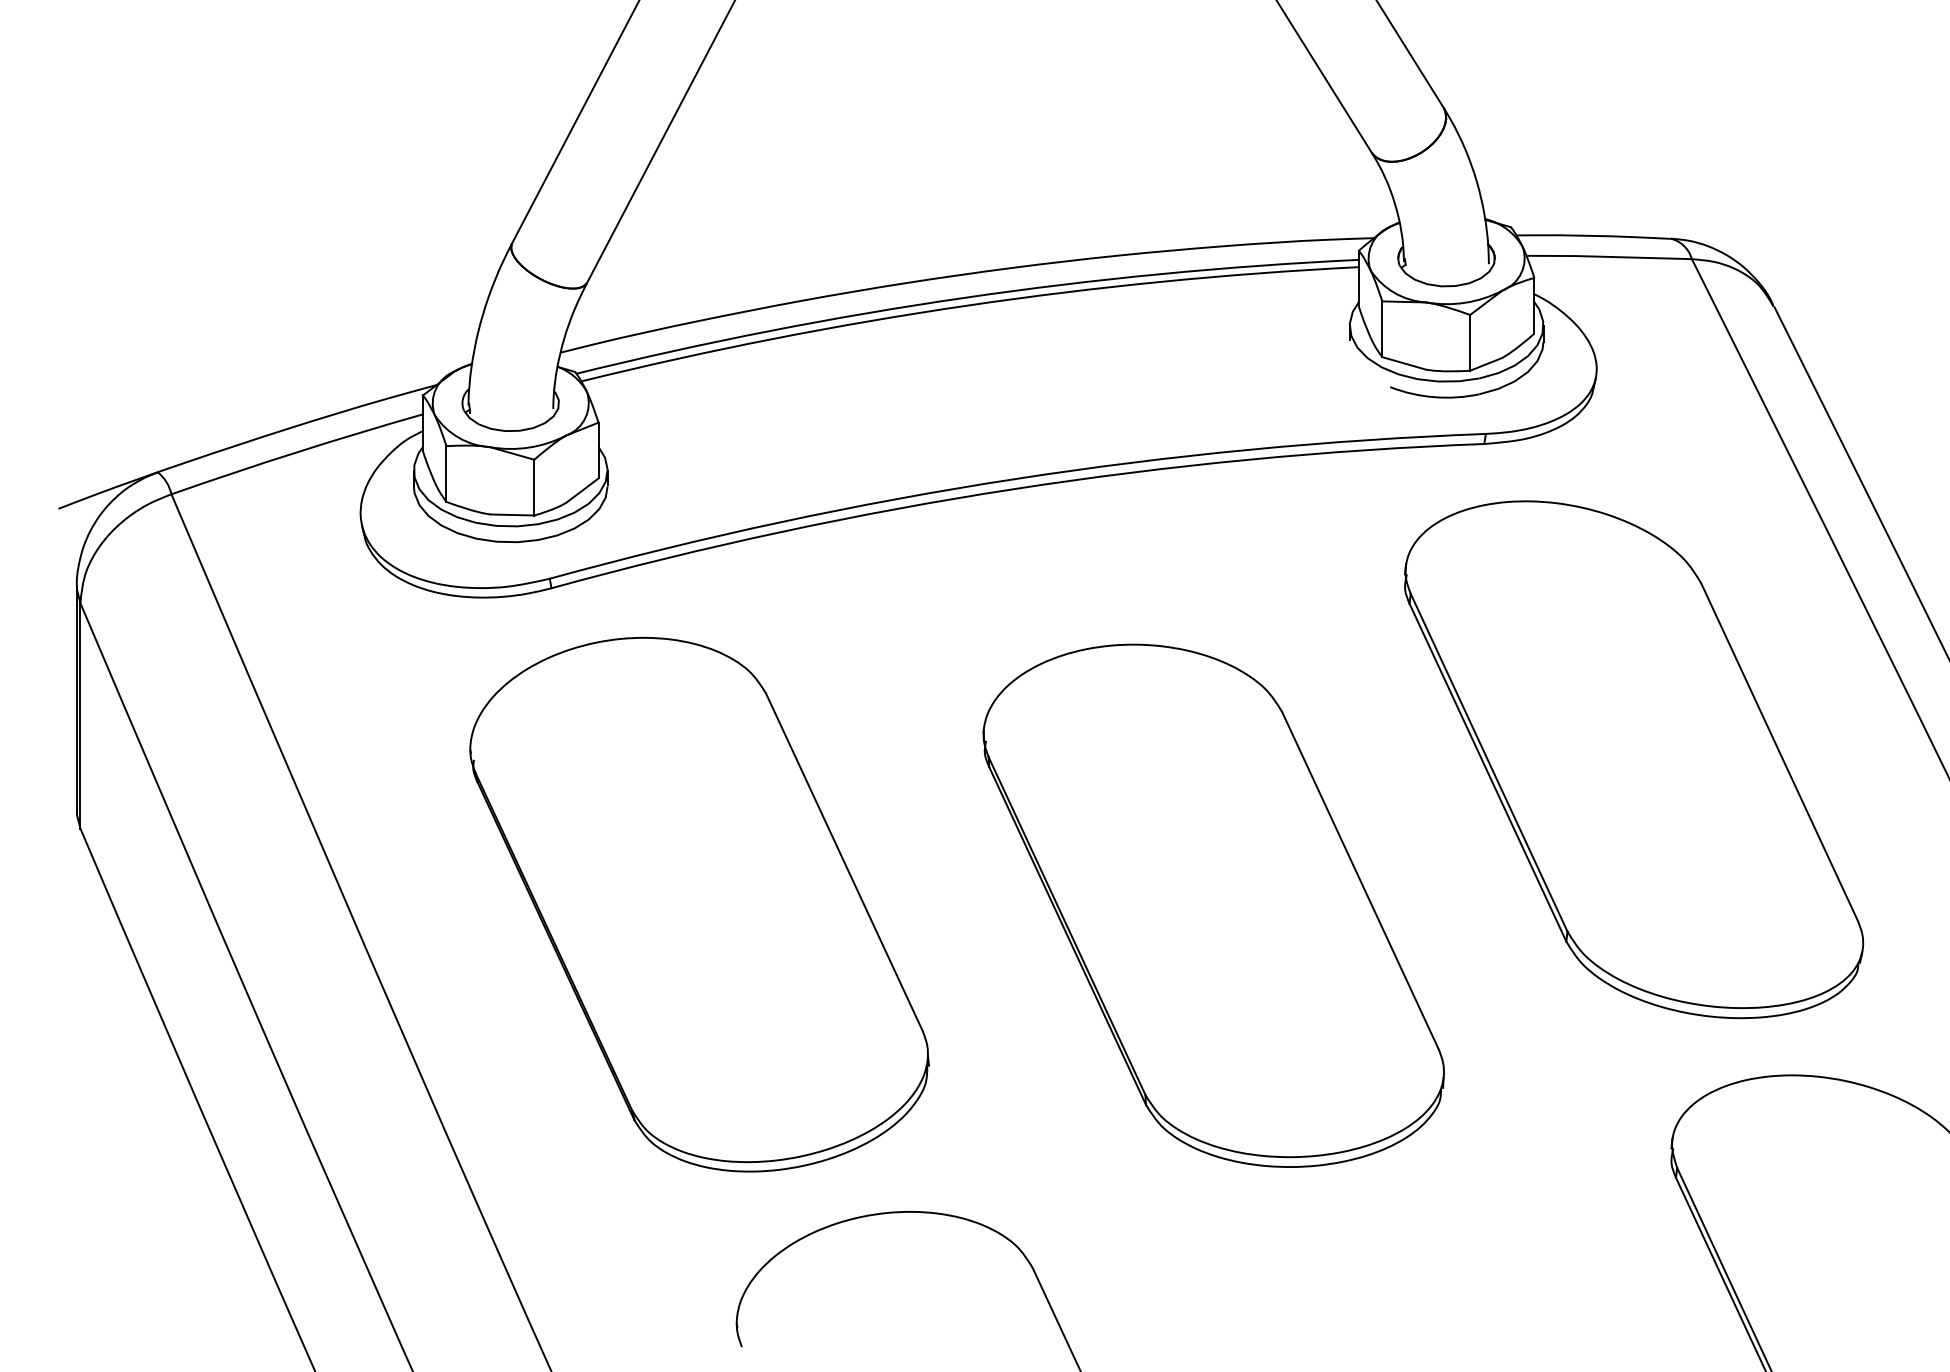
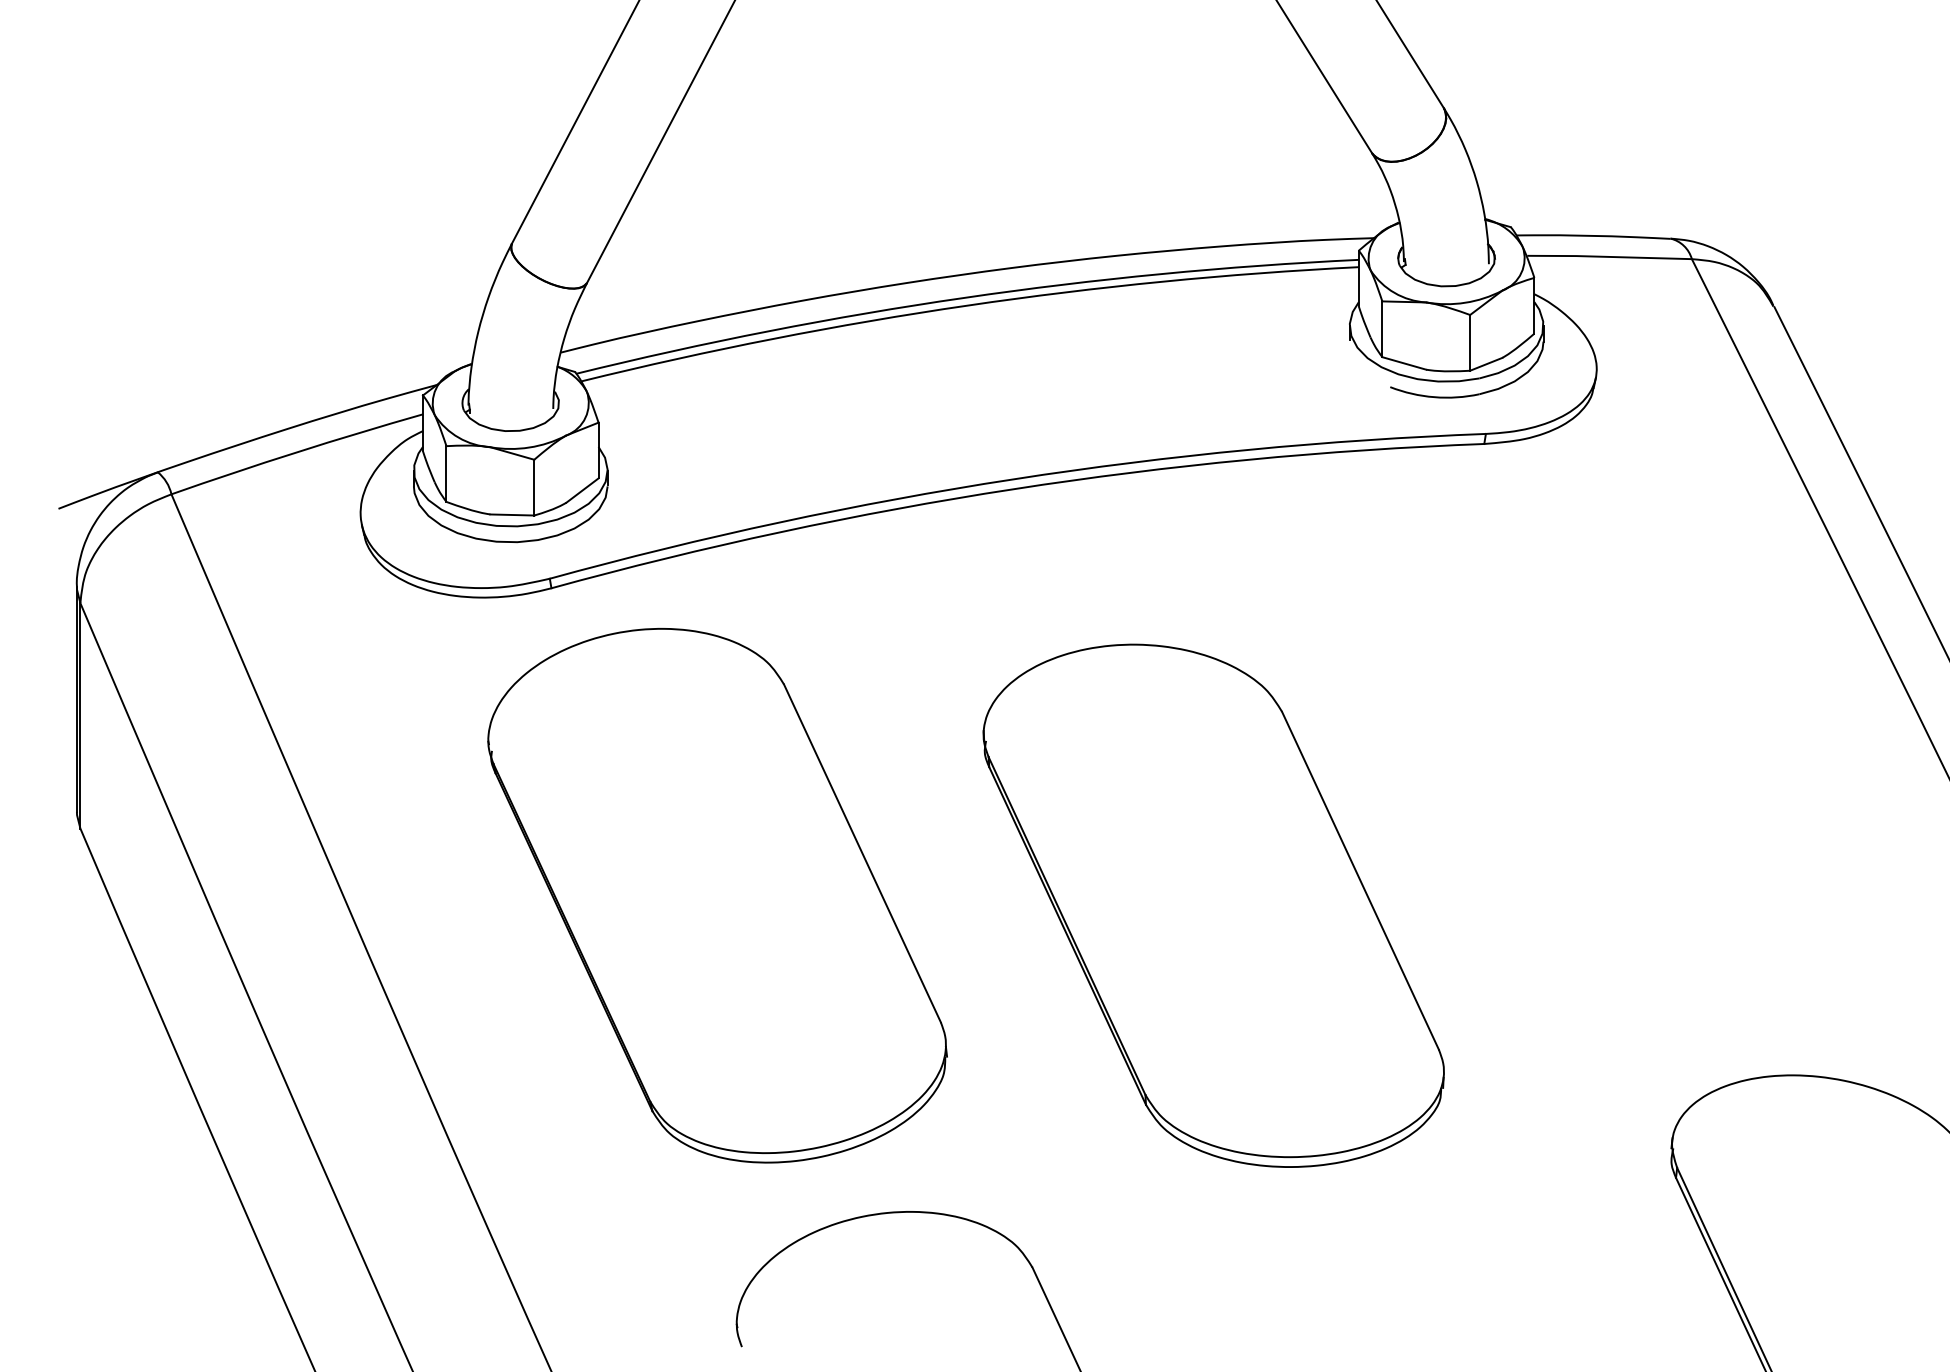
part at (1634, 759): present -> none
part at (699, 904) position: (699, 904) -> (717, 895)
